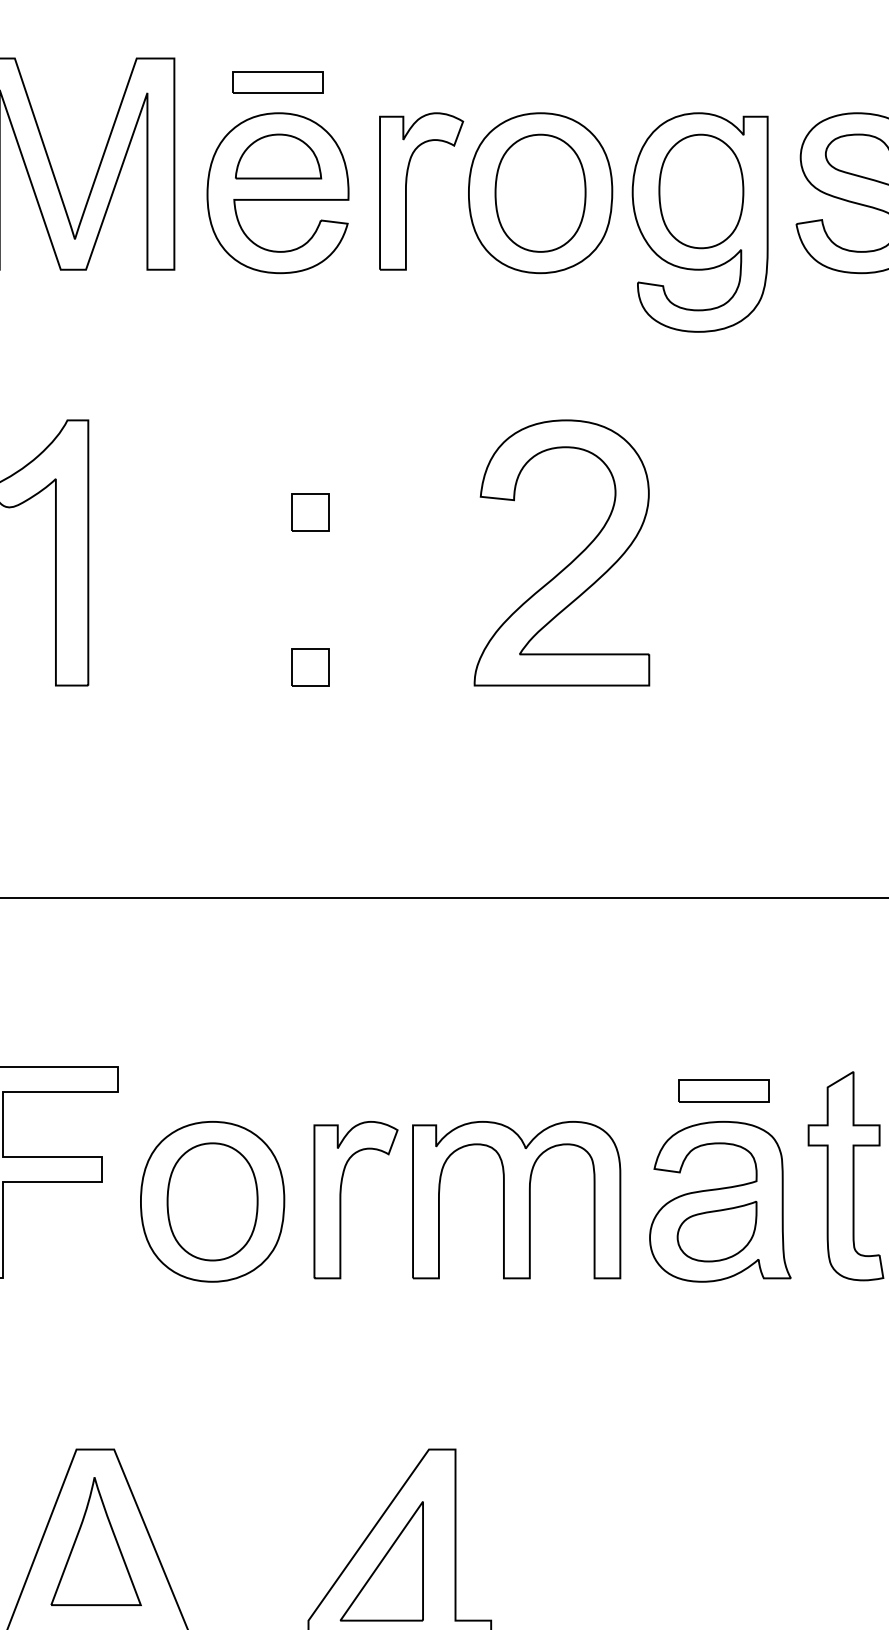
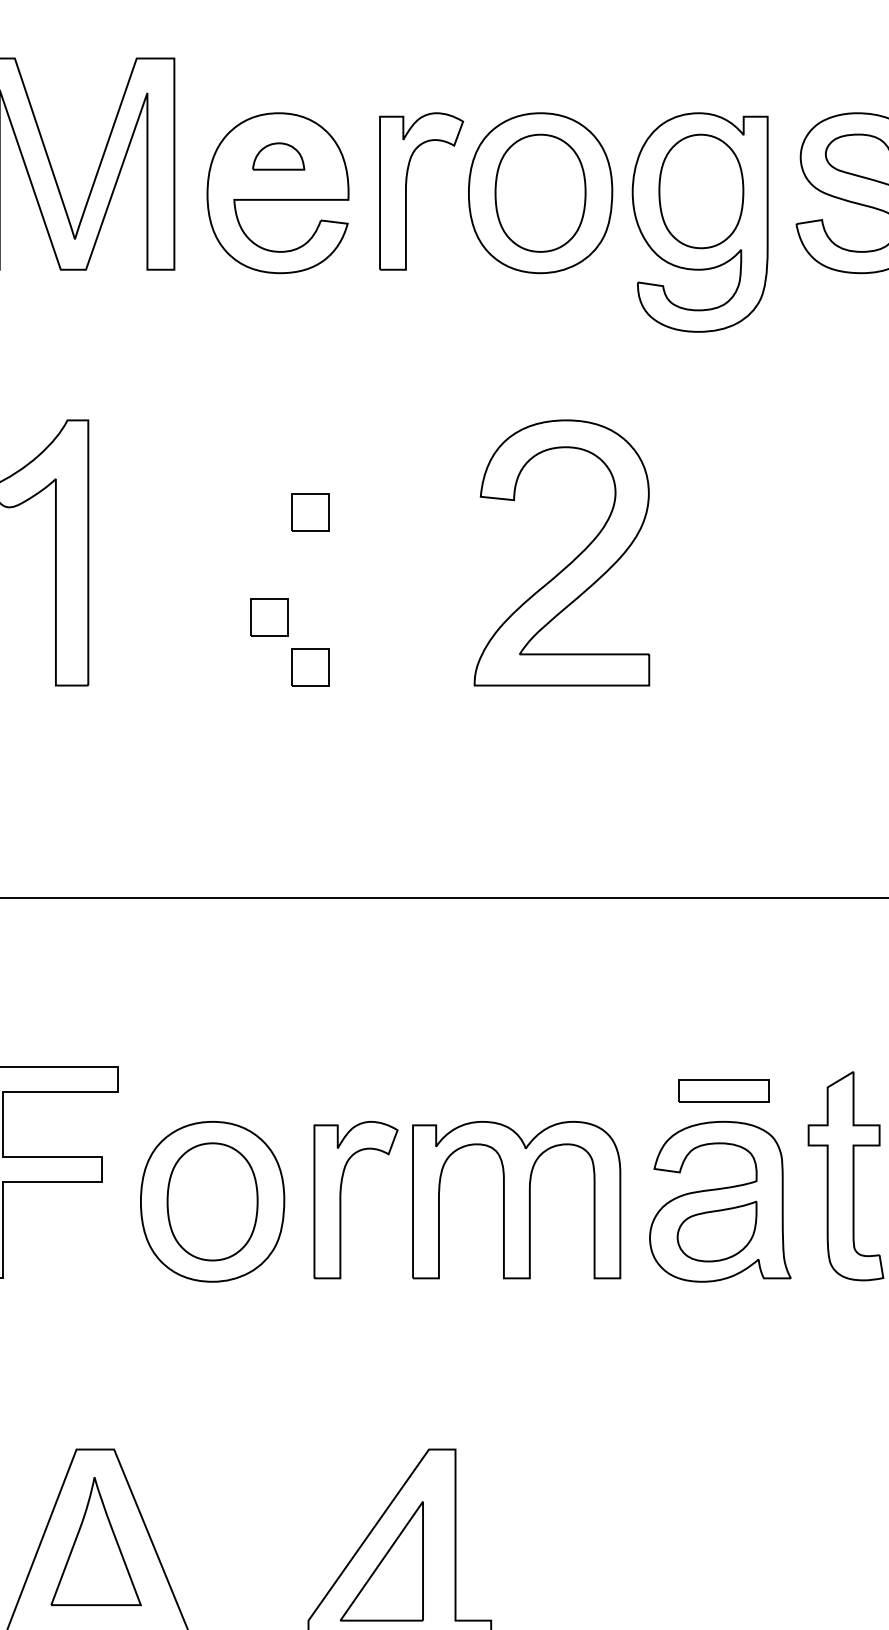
part at (277, 82): present -> none
part at (278, 156) size: 88x47 px -> 54x29 px
part at (269, 617): none -> present
